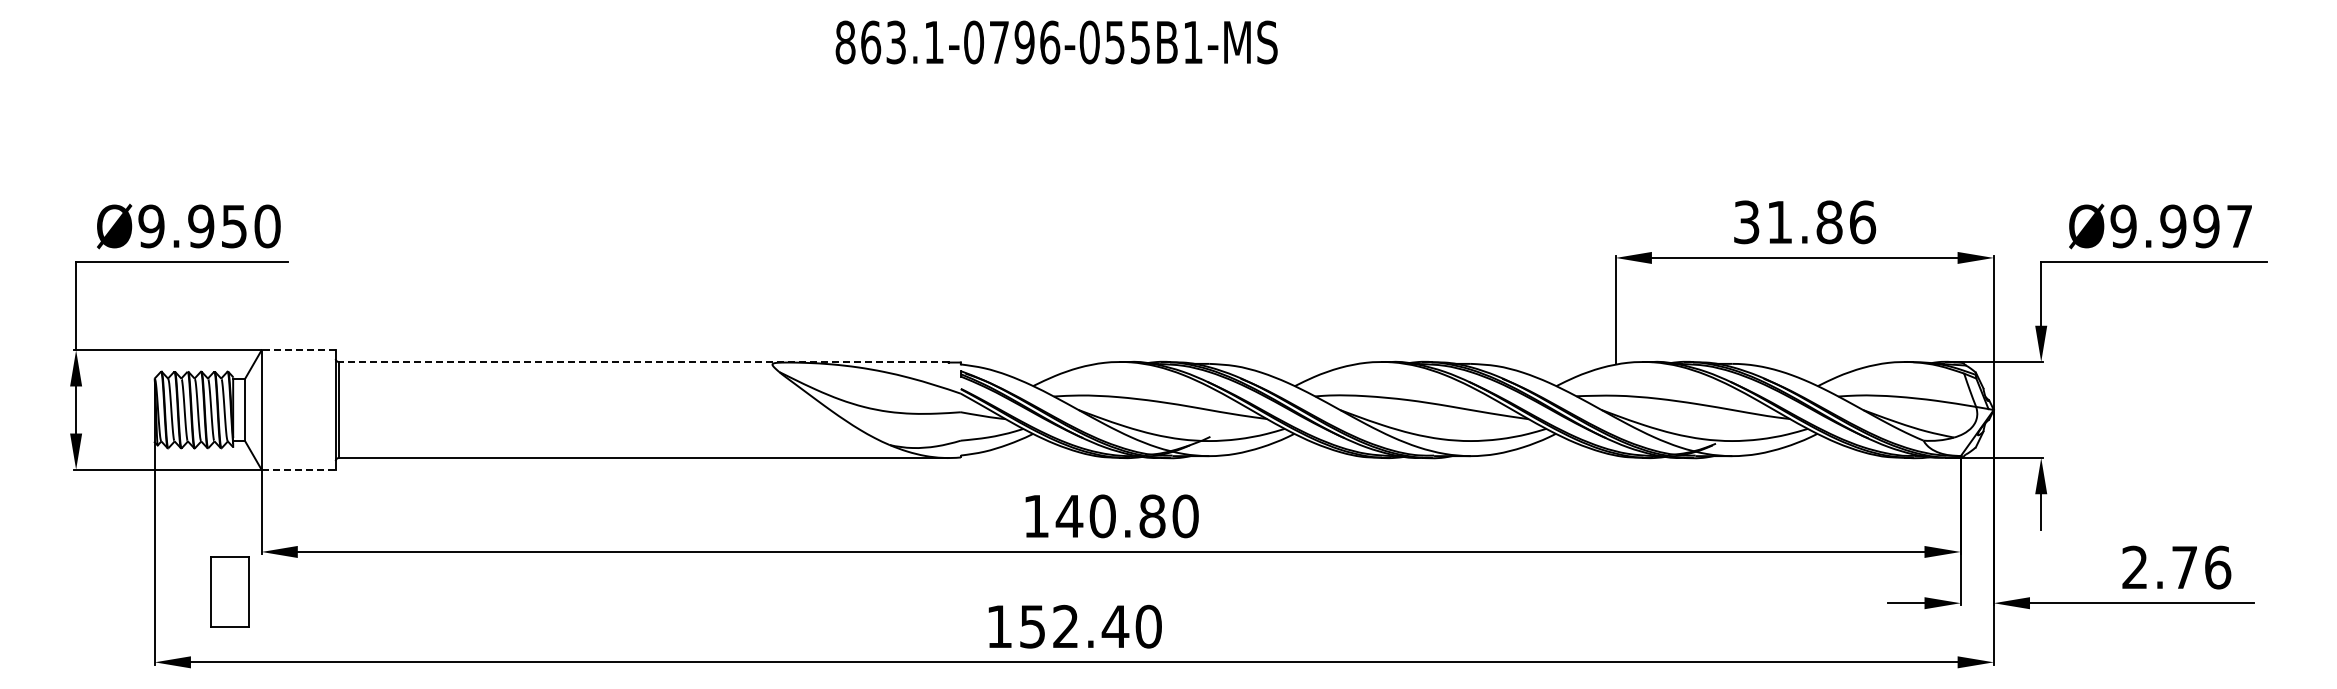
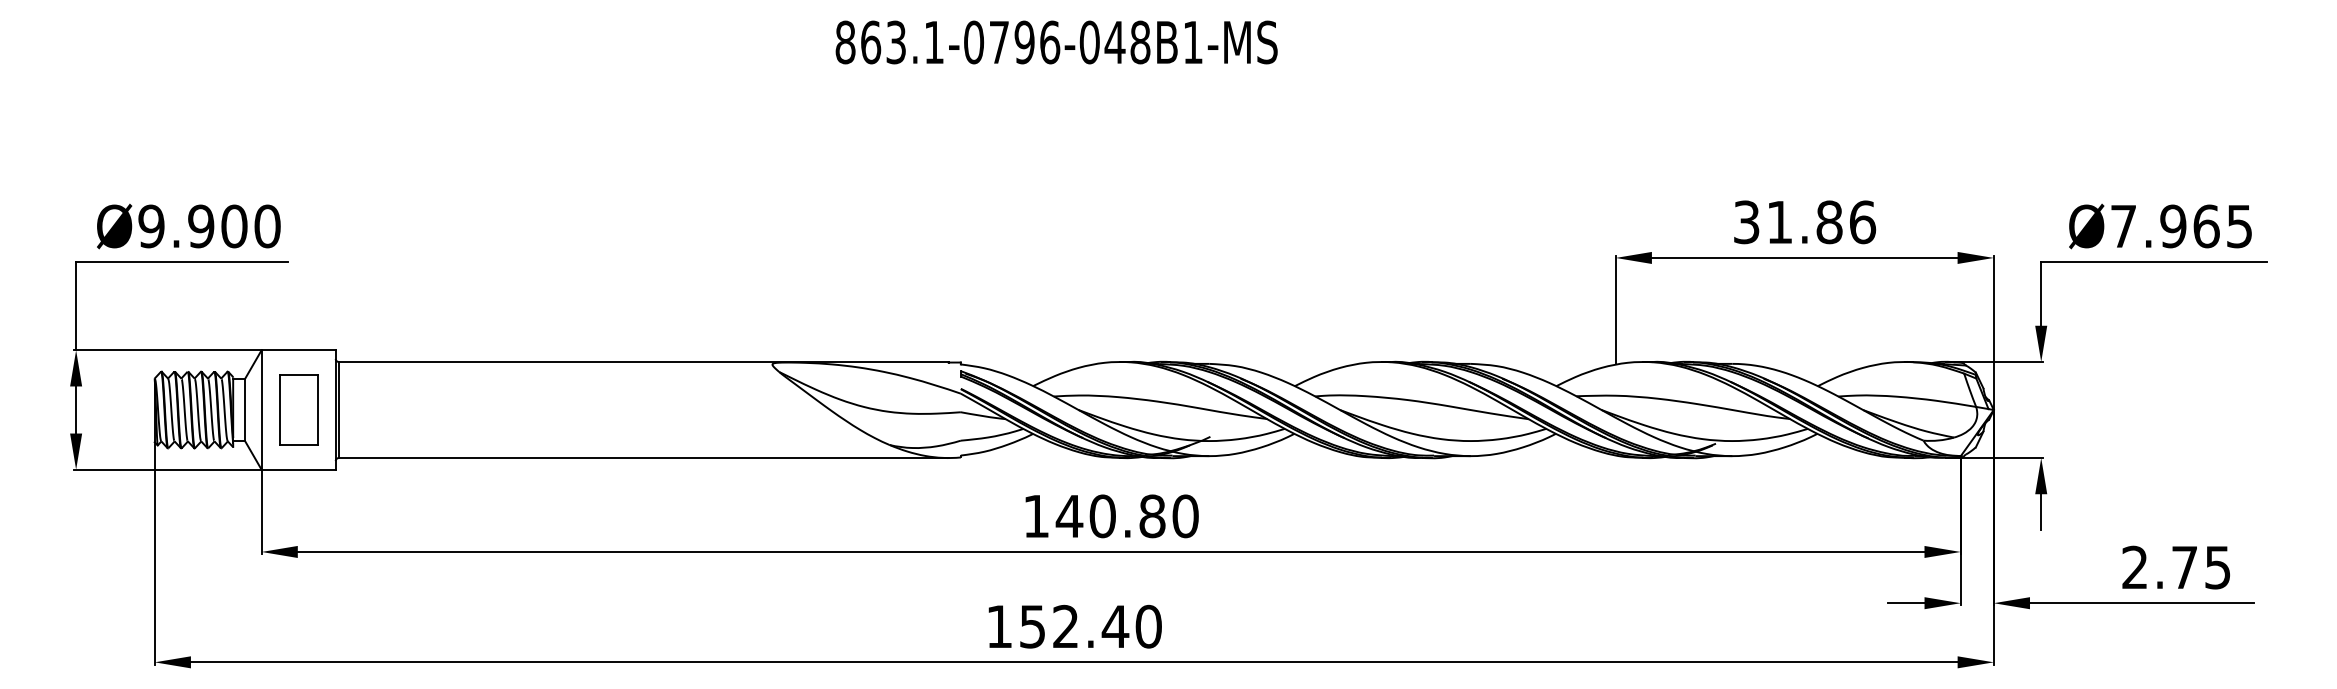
text at (1127, 42): 863.1-0796-055B1-MS -> 863.1-0796-048B1-MS
text at (234, 226): Ø9.950 -> Ø9.900
text at (2180, 226): Ø9.997 -> Ø7.965
line at (298, 350): dashed -> solid
line at (643, 361): dashed -> solid
line at (299, 469): dashed -> solid
text at (2218, 567): 2.76 -> 2.75
part at (229, 591) position: (229, 591) -> (298, 409)
